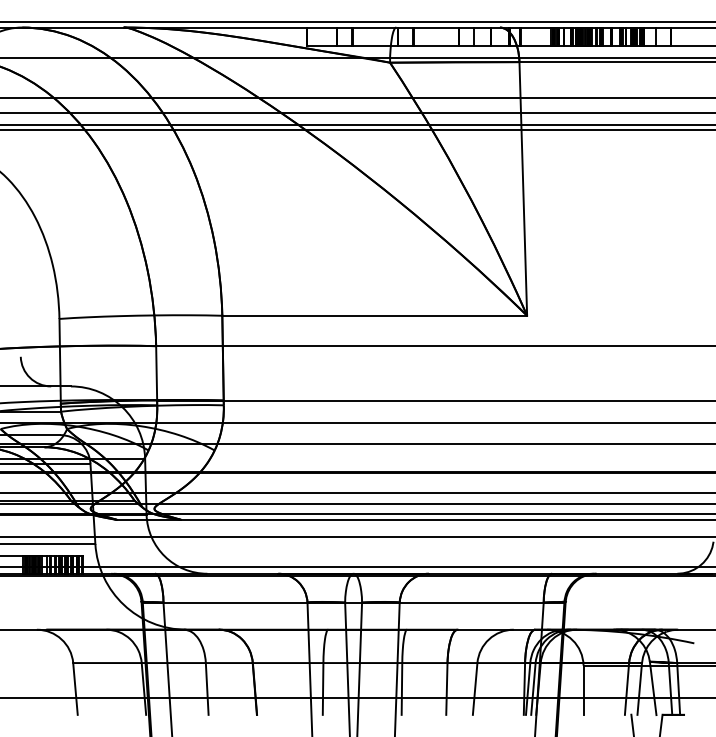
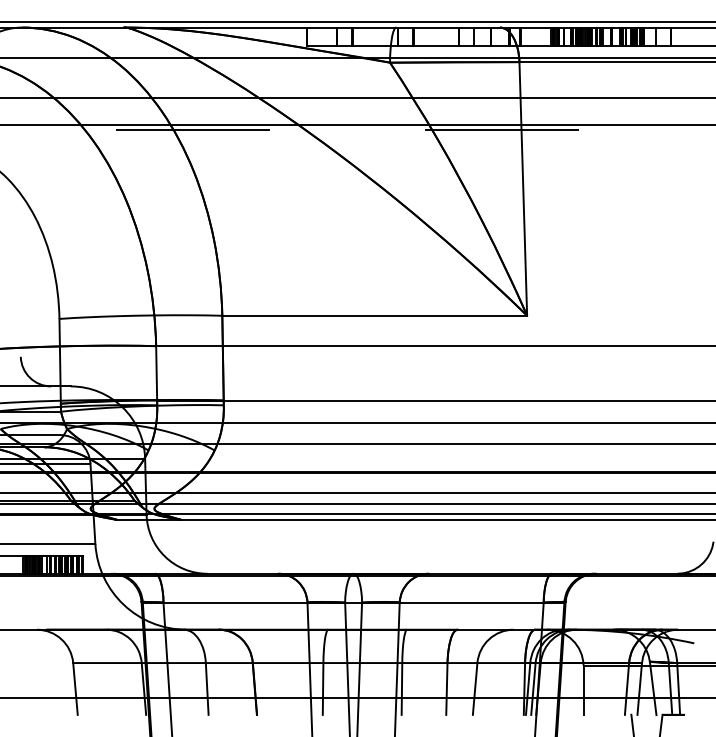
line at (357, 112): present -> none
line at (358, 130): solid -> dashed
line at (357, 536): present -> none
line at (357, 566): present -> none
